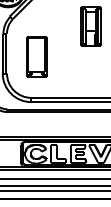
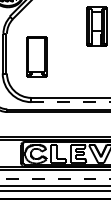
part at (90, 26) position: (90, 26) -> (96, 26)
line at (70, 102): solid -> dashed
line at (54, 178): solid -> dashed
